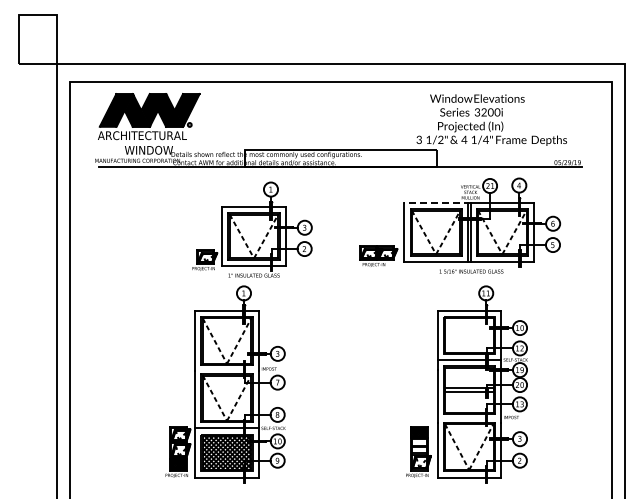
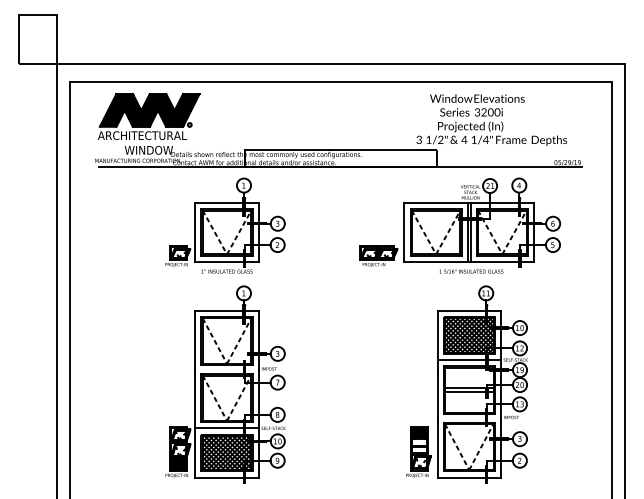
line at (437, 203): dashed -> solid
part at (252, 229) position: (252, 229) -> (225, 225)
hatch at (468, 335): none -> present
